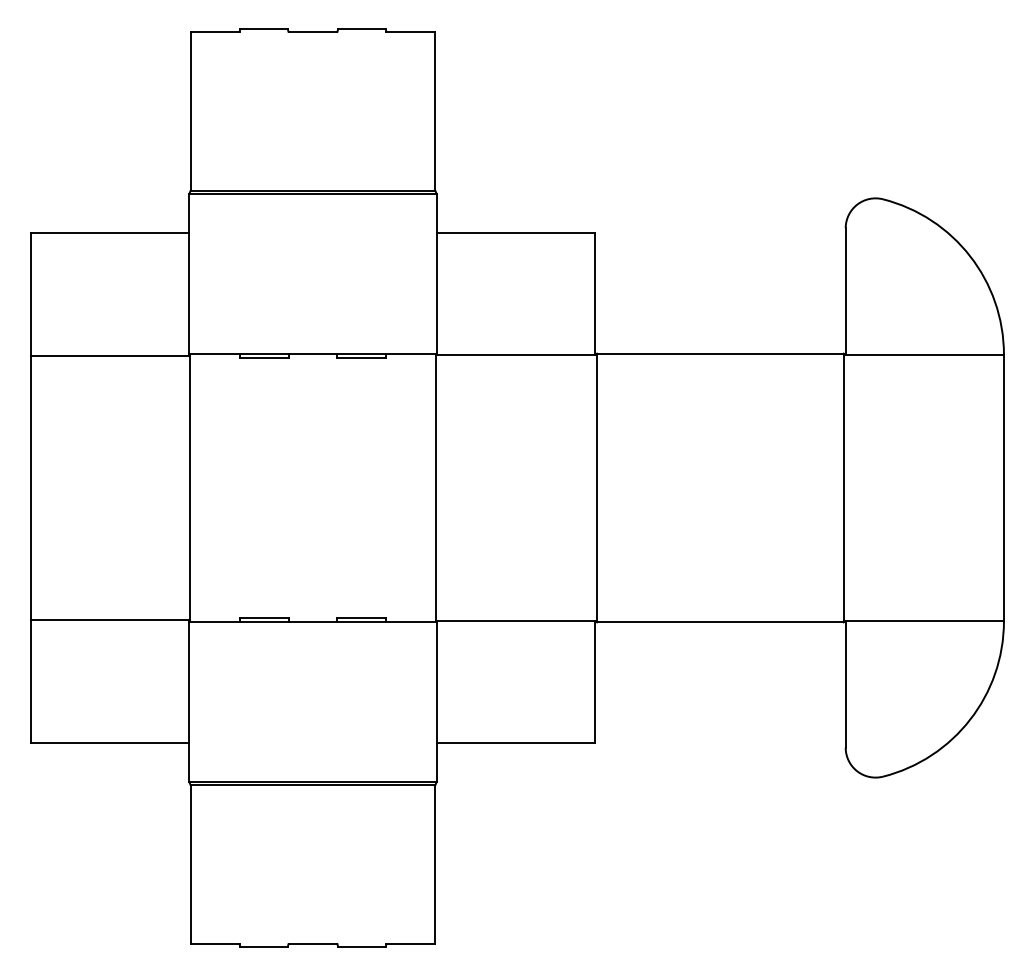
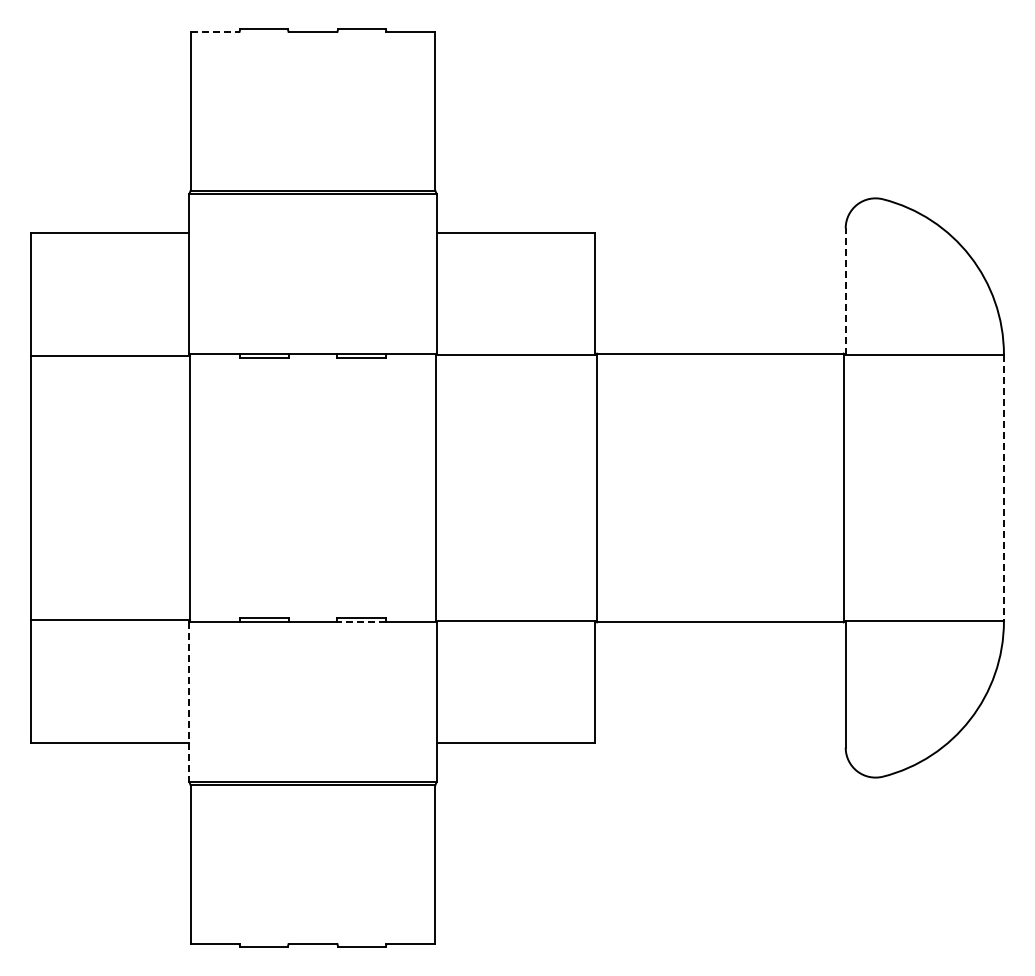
line at (215, 31): solid -> dashed
line at (845, 290): solid -> dashed
line at (1003, 488): solid -> dashed
line at (361, 622): solid -> dashed
line at (189, 702): solid -> dashed
